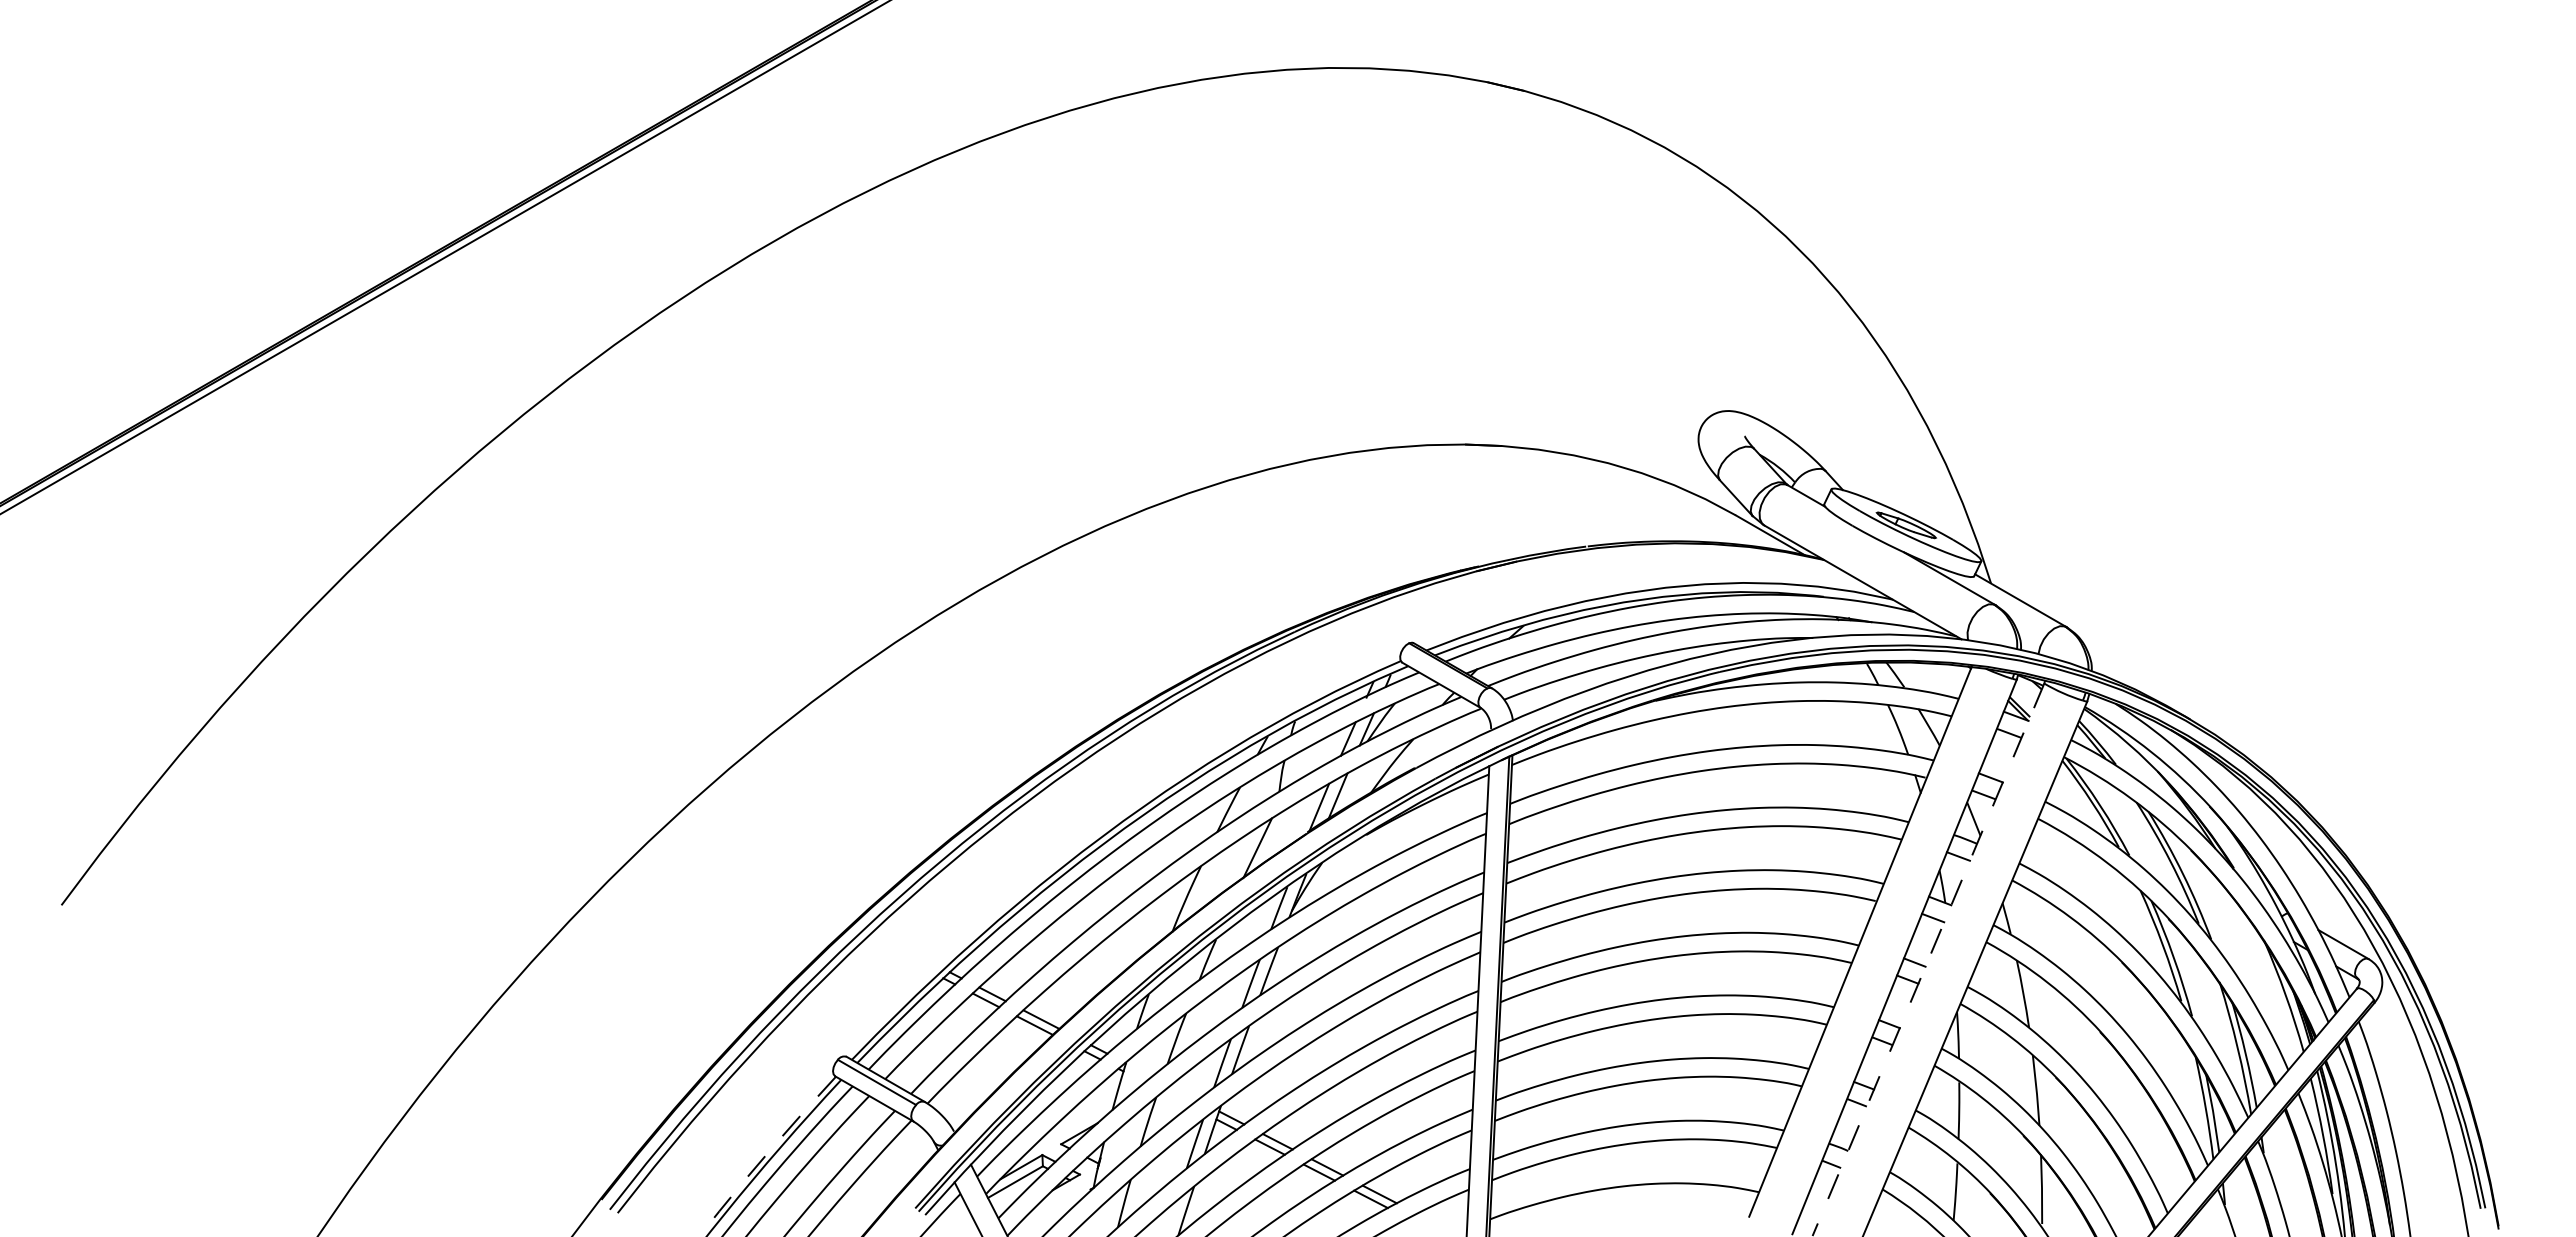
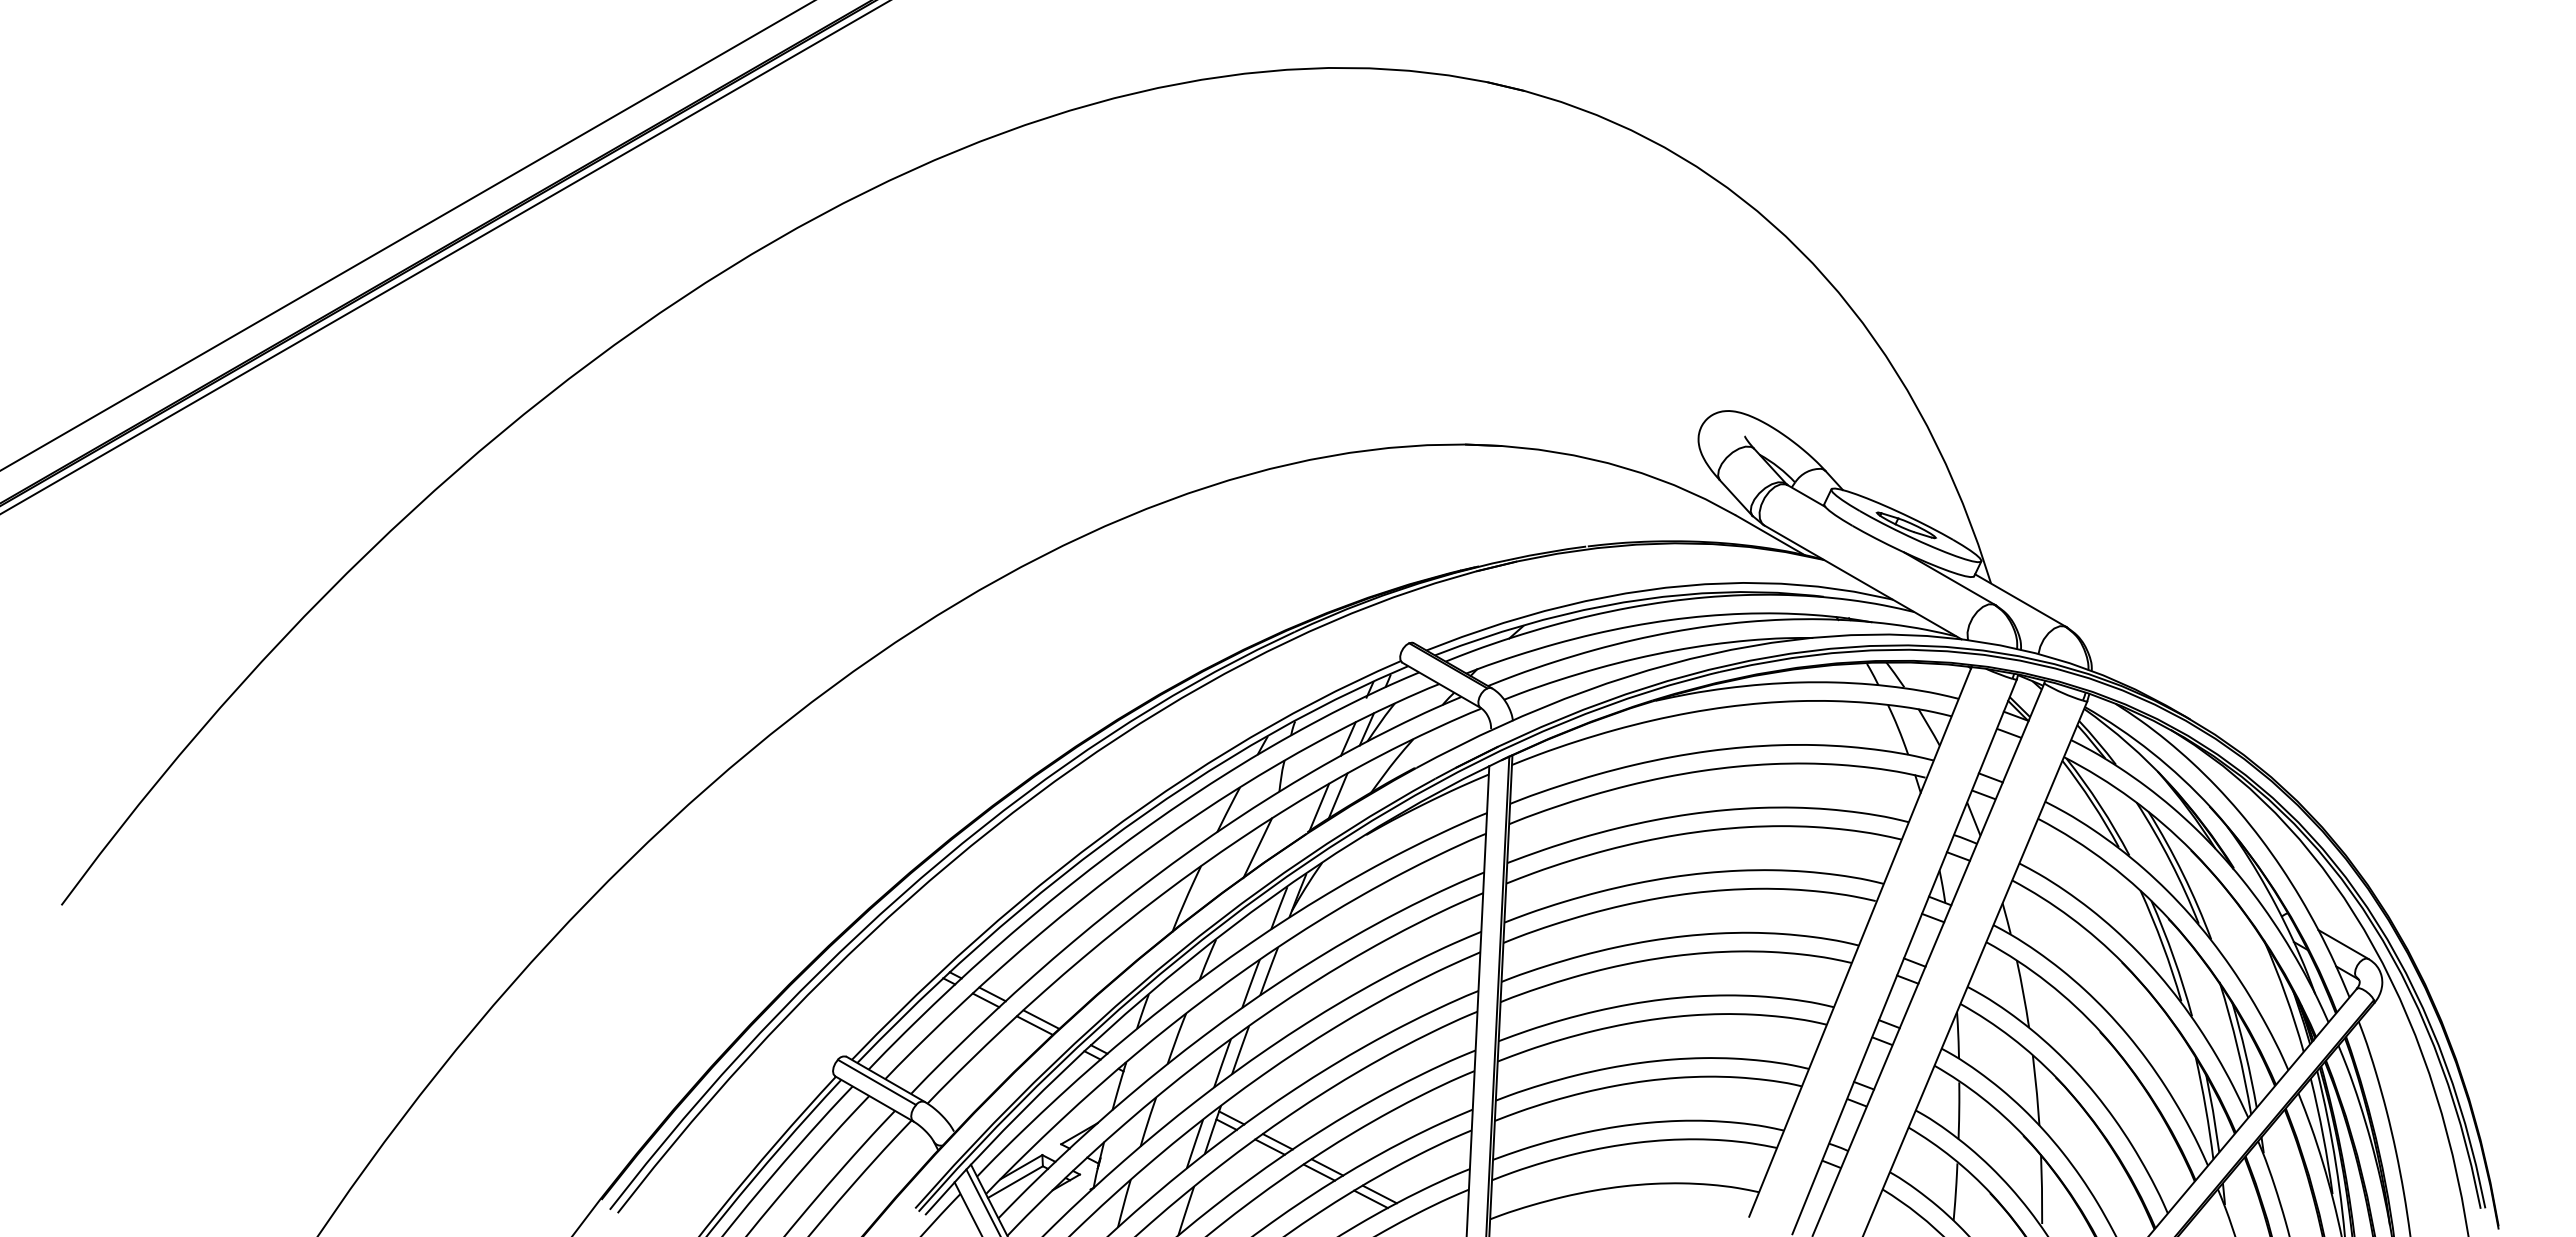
line at (406, 235): none -> present
line at (1928, 959): dashed -> solid
arc at (765, 1155): dashed -> solid
line at (982, 1201): none -> present
